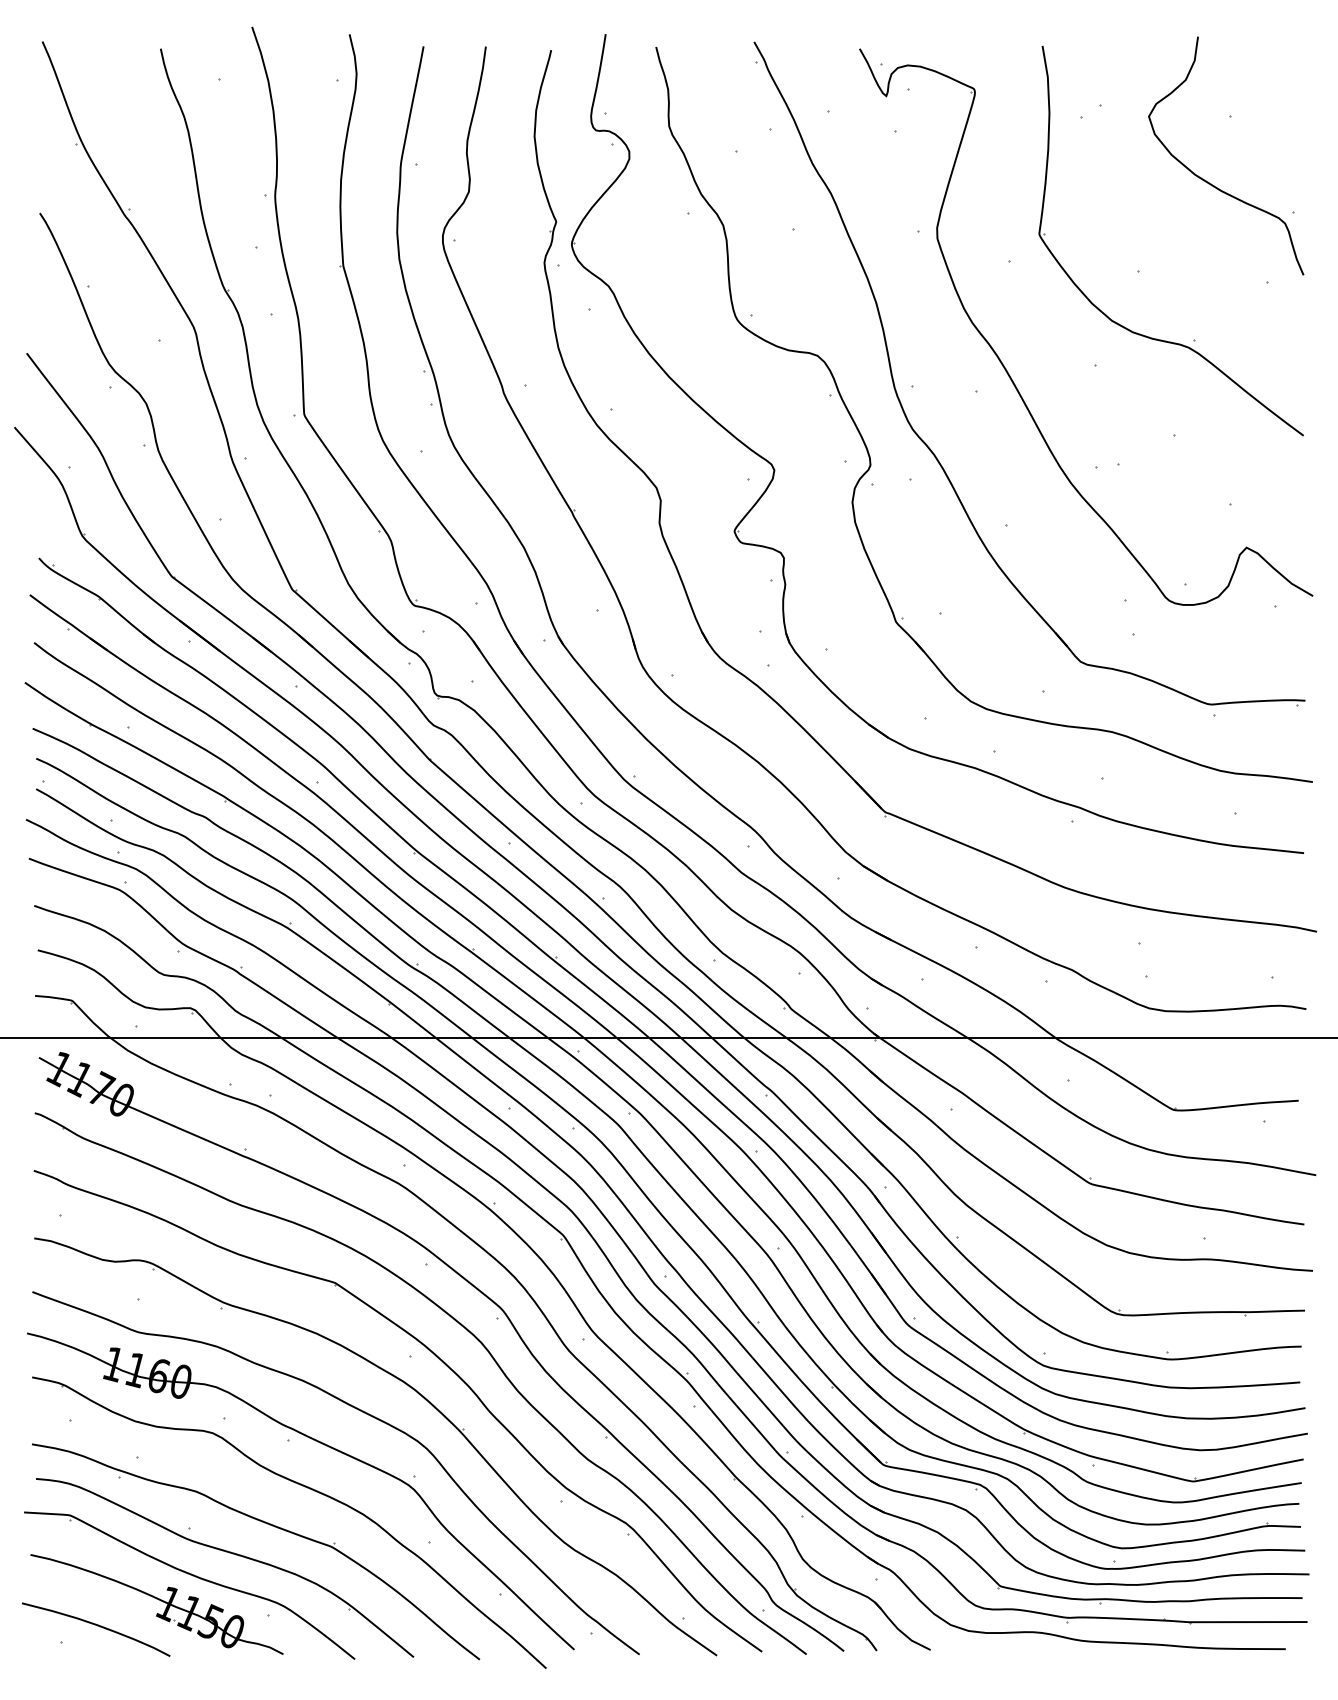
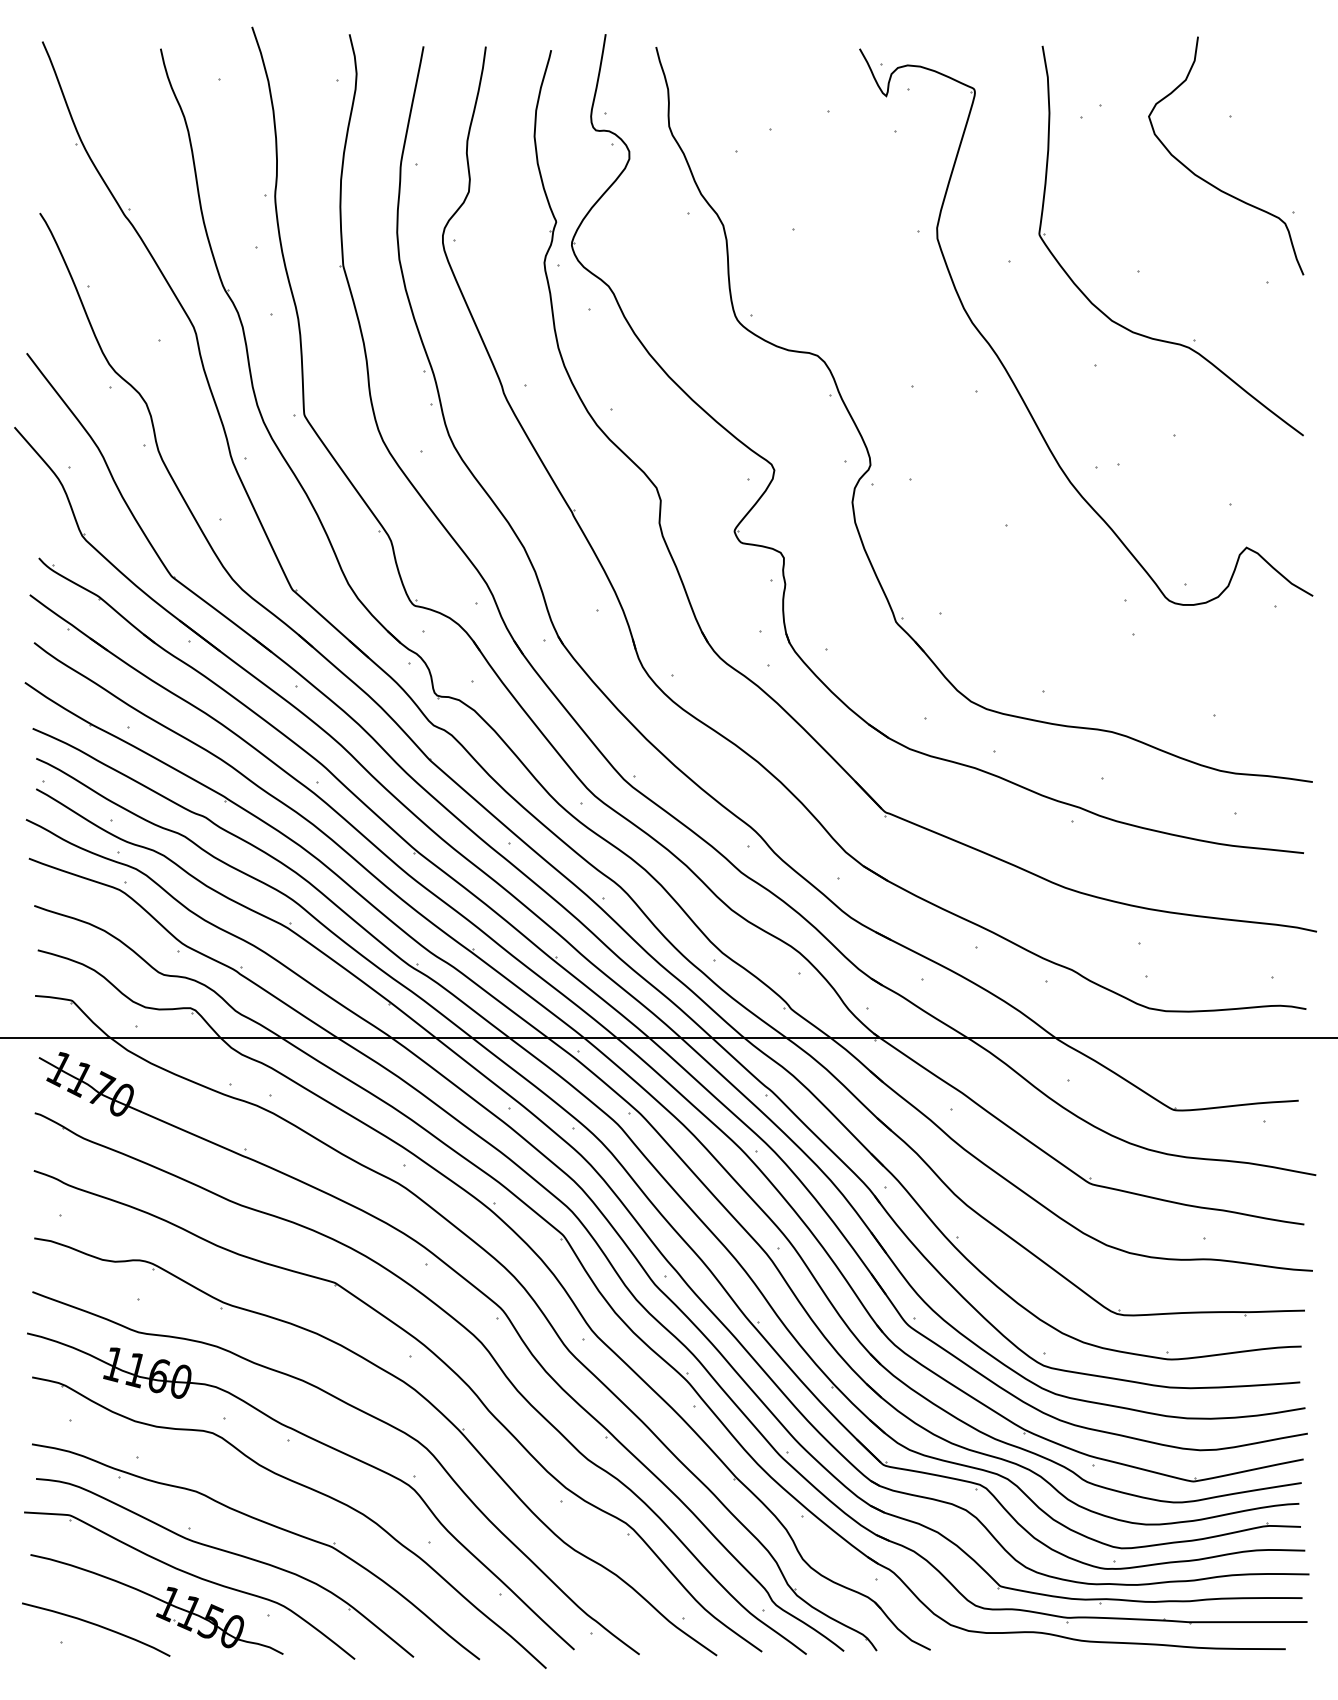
part at (931, 449): present -> none
